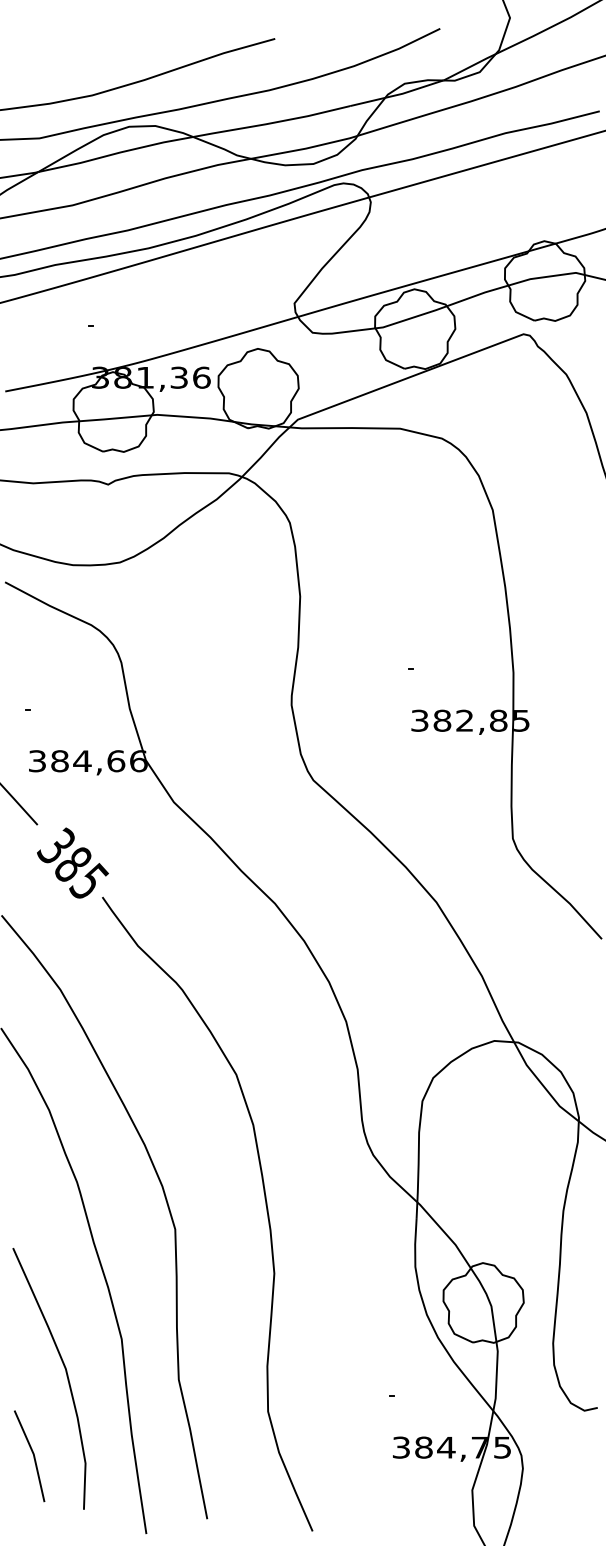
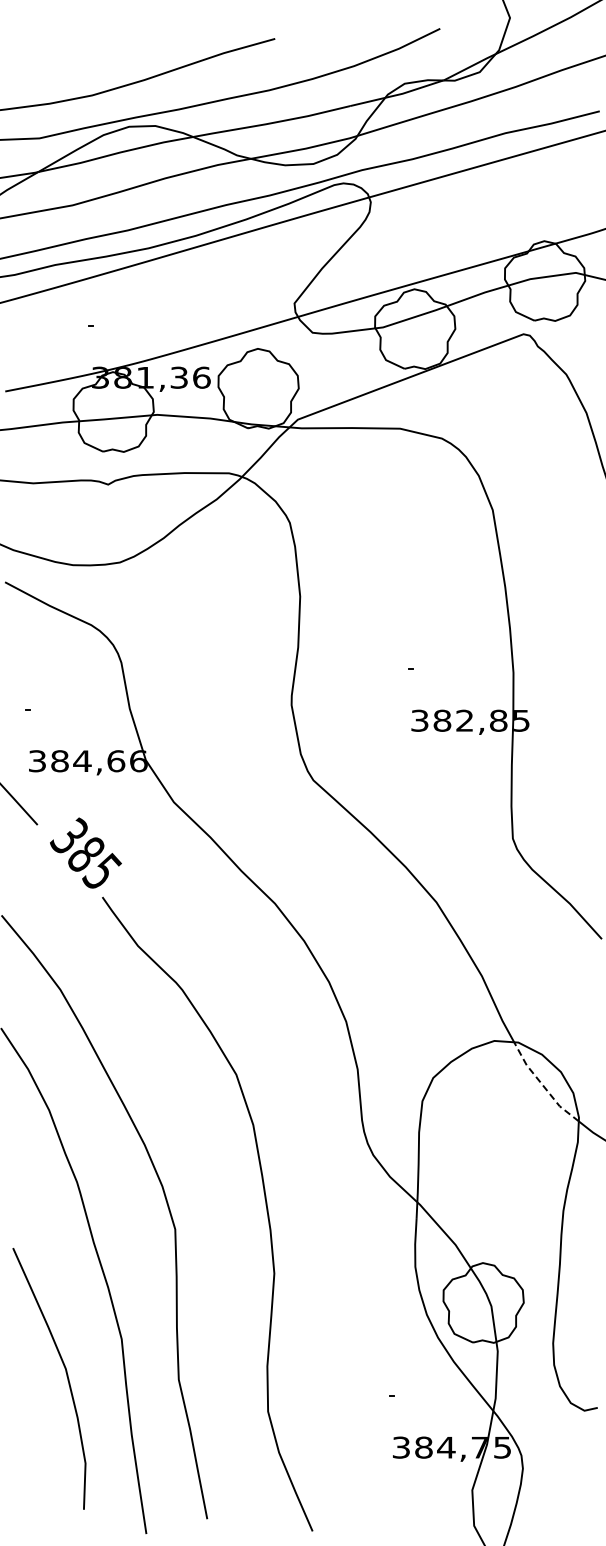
text at (72, 862) position: (72, 862) -> (85, 852)
line at (542, 1084): solid -> dashed
line at (32, 1454): present -> none
